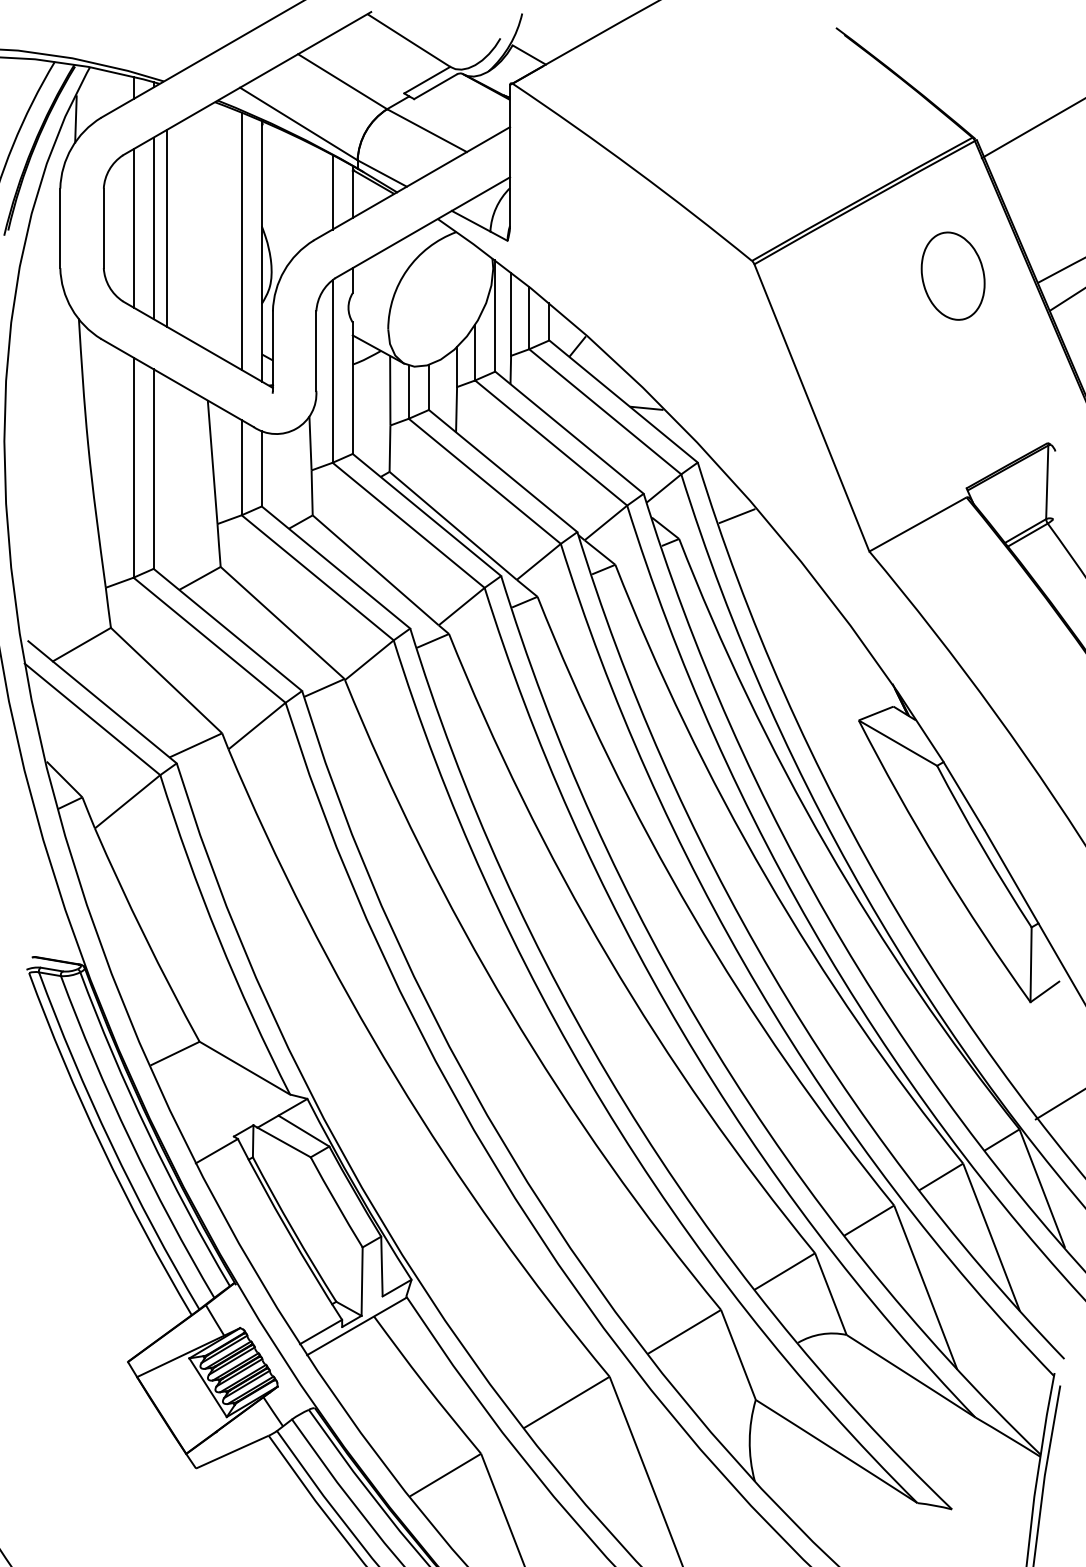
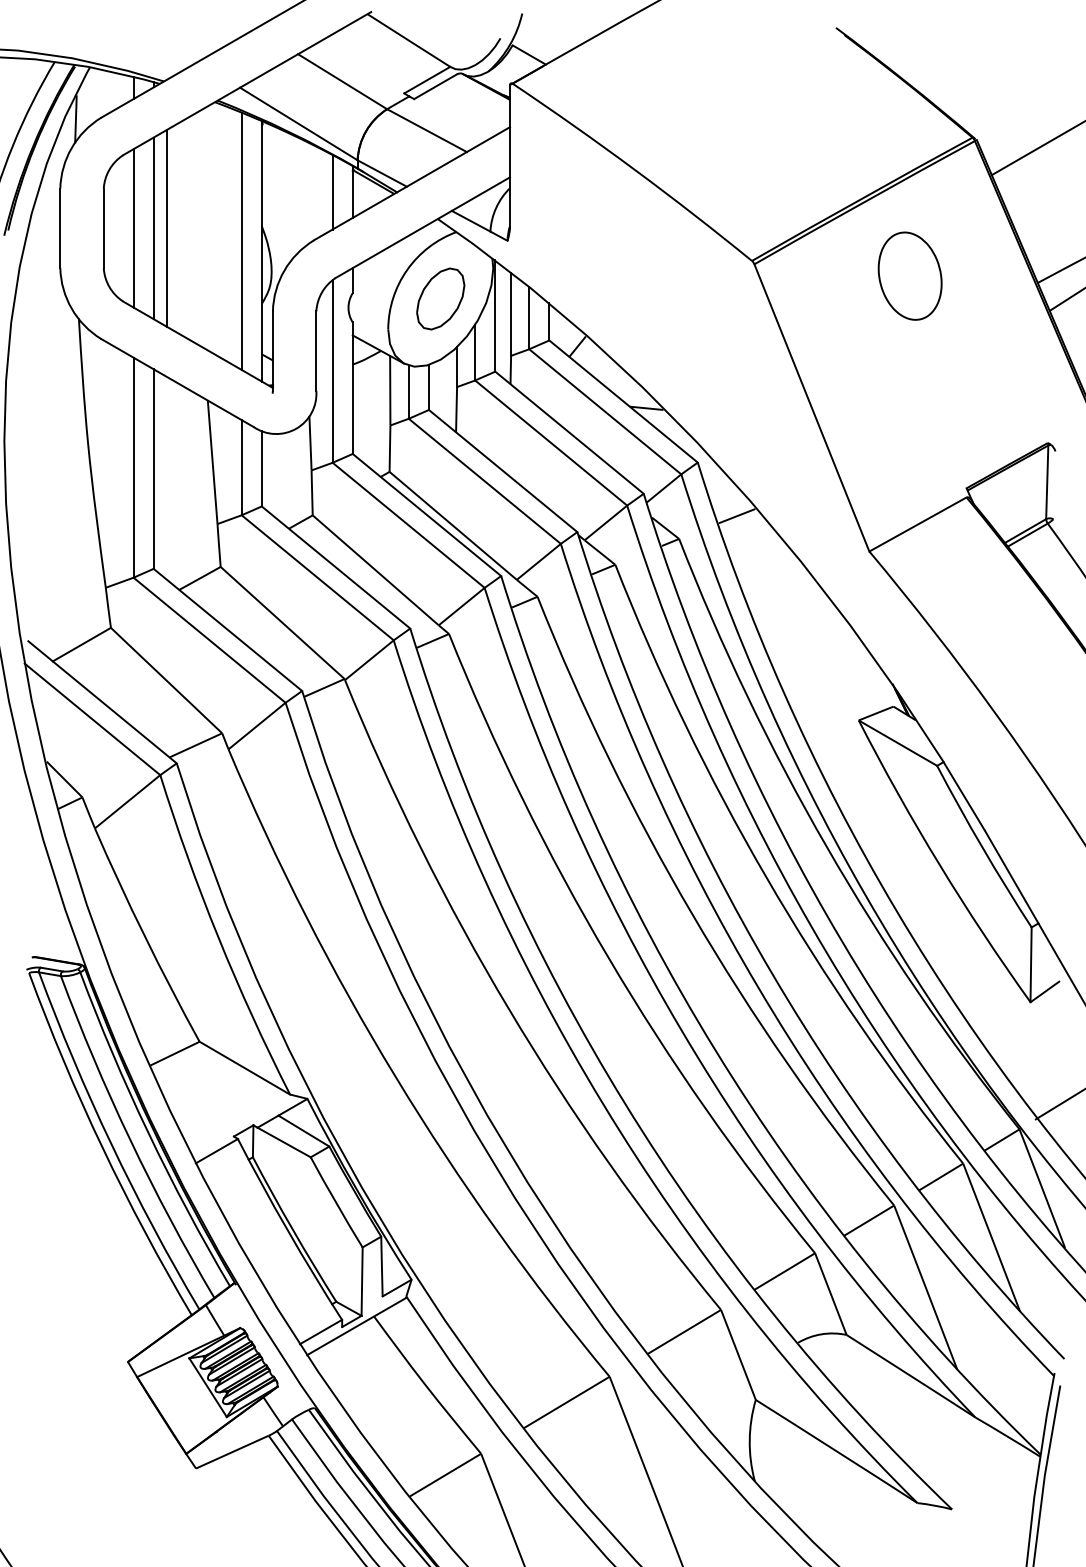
line at (1031, 128) position: (1031, 128) -> (1036, 148)
part at (952, 275) position: (952, 275) -> (909, 275)
part at (440, 298): none -> present
